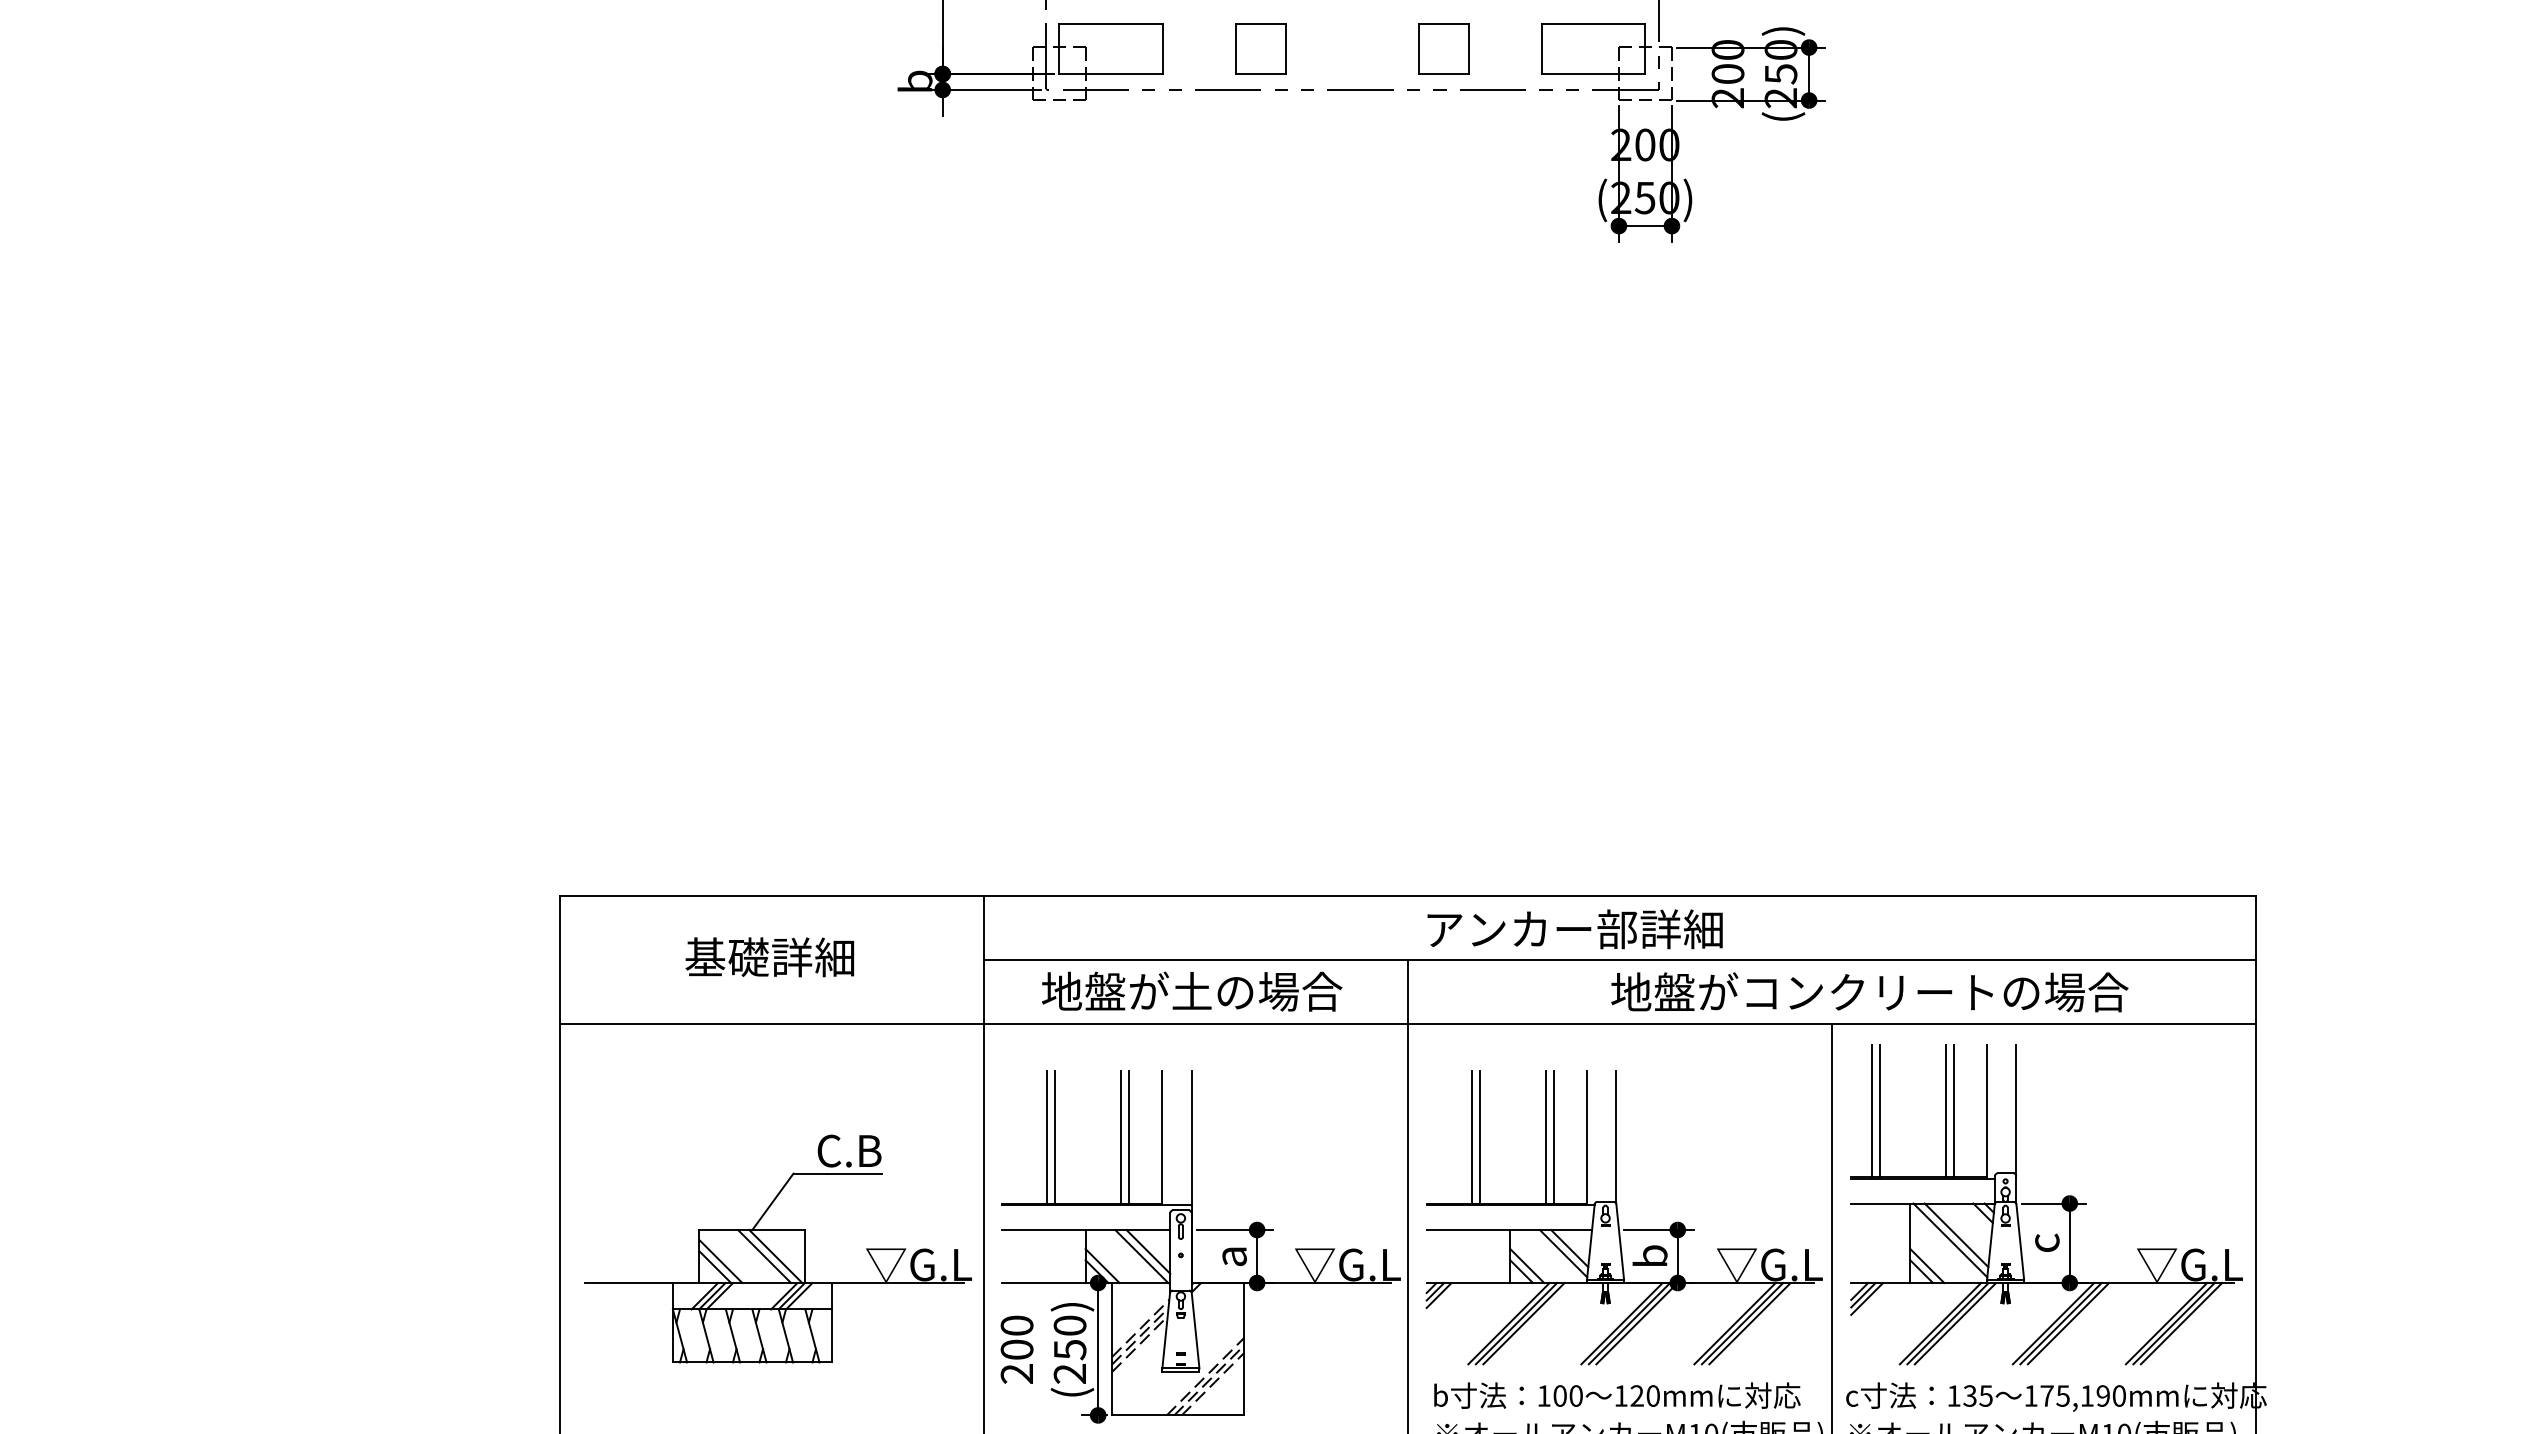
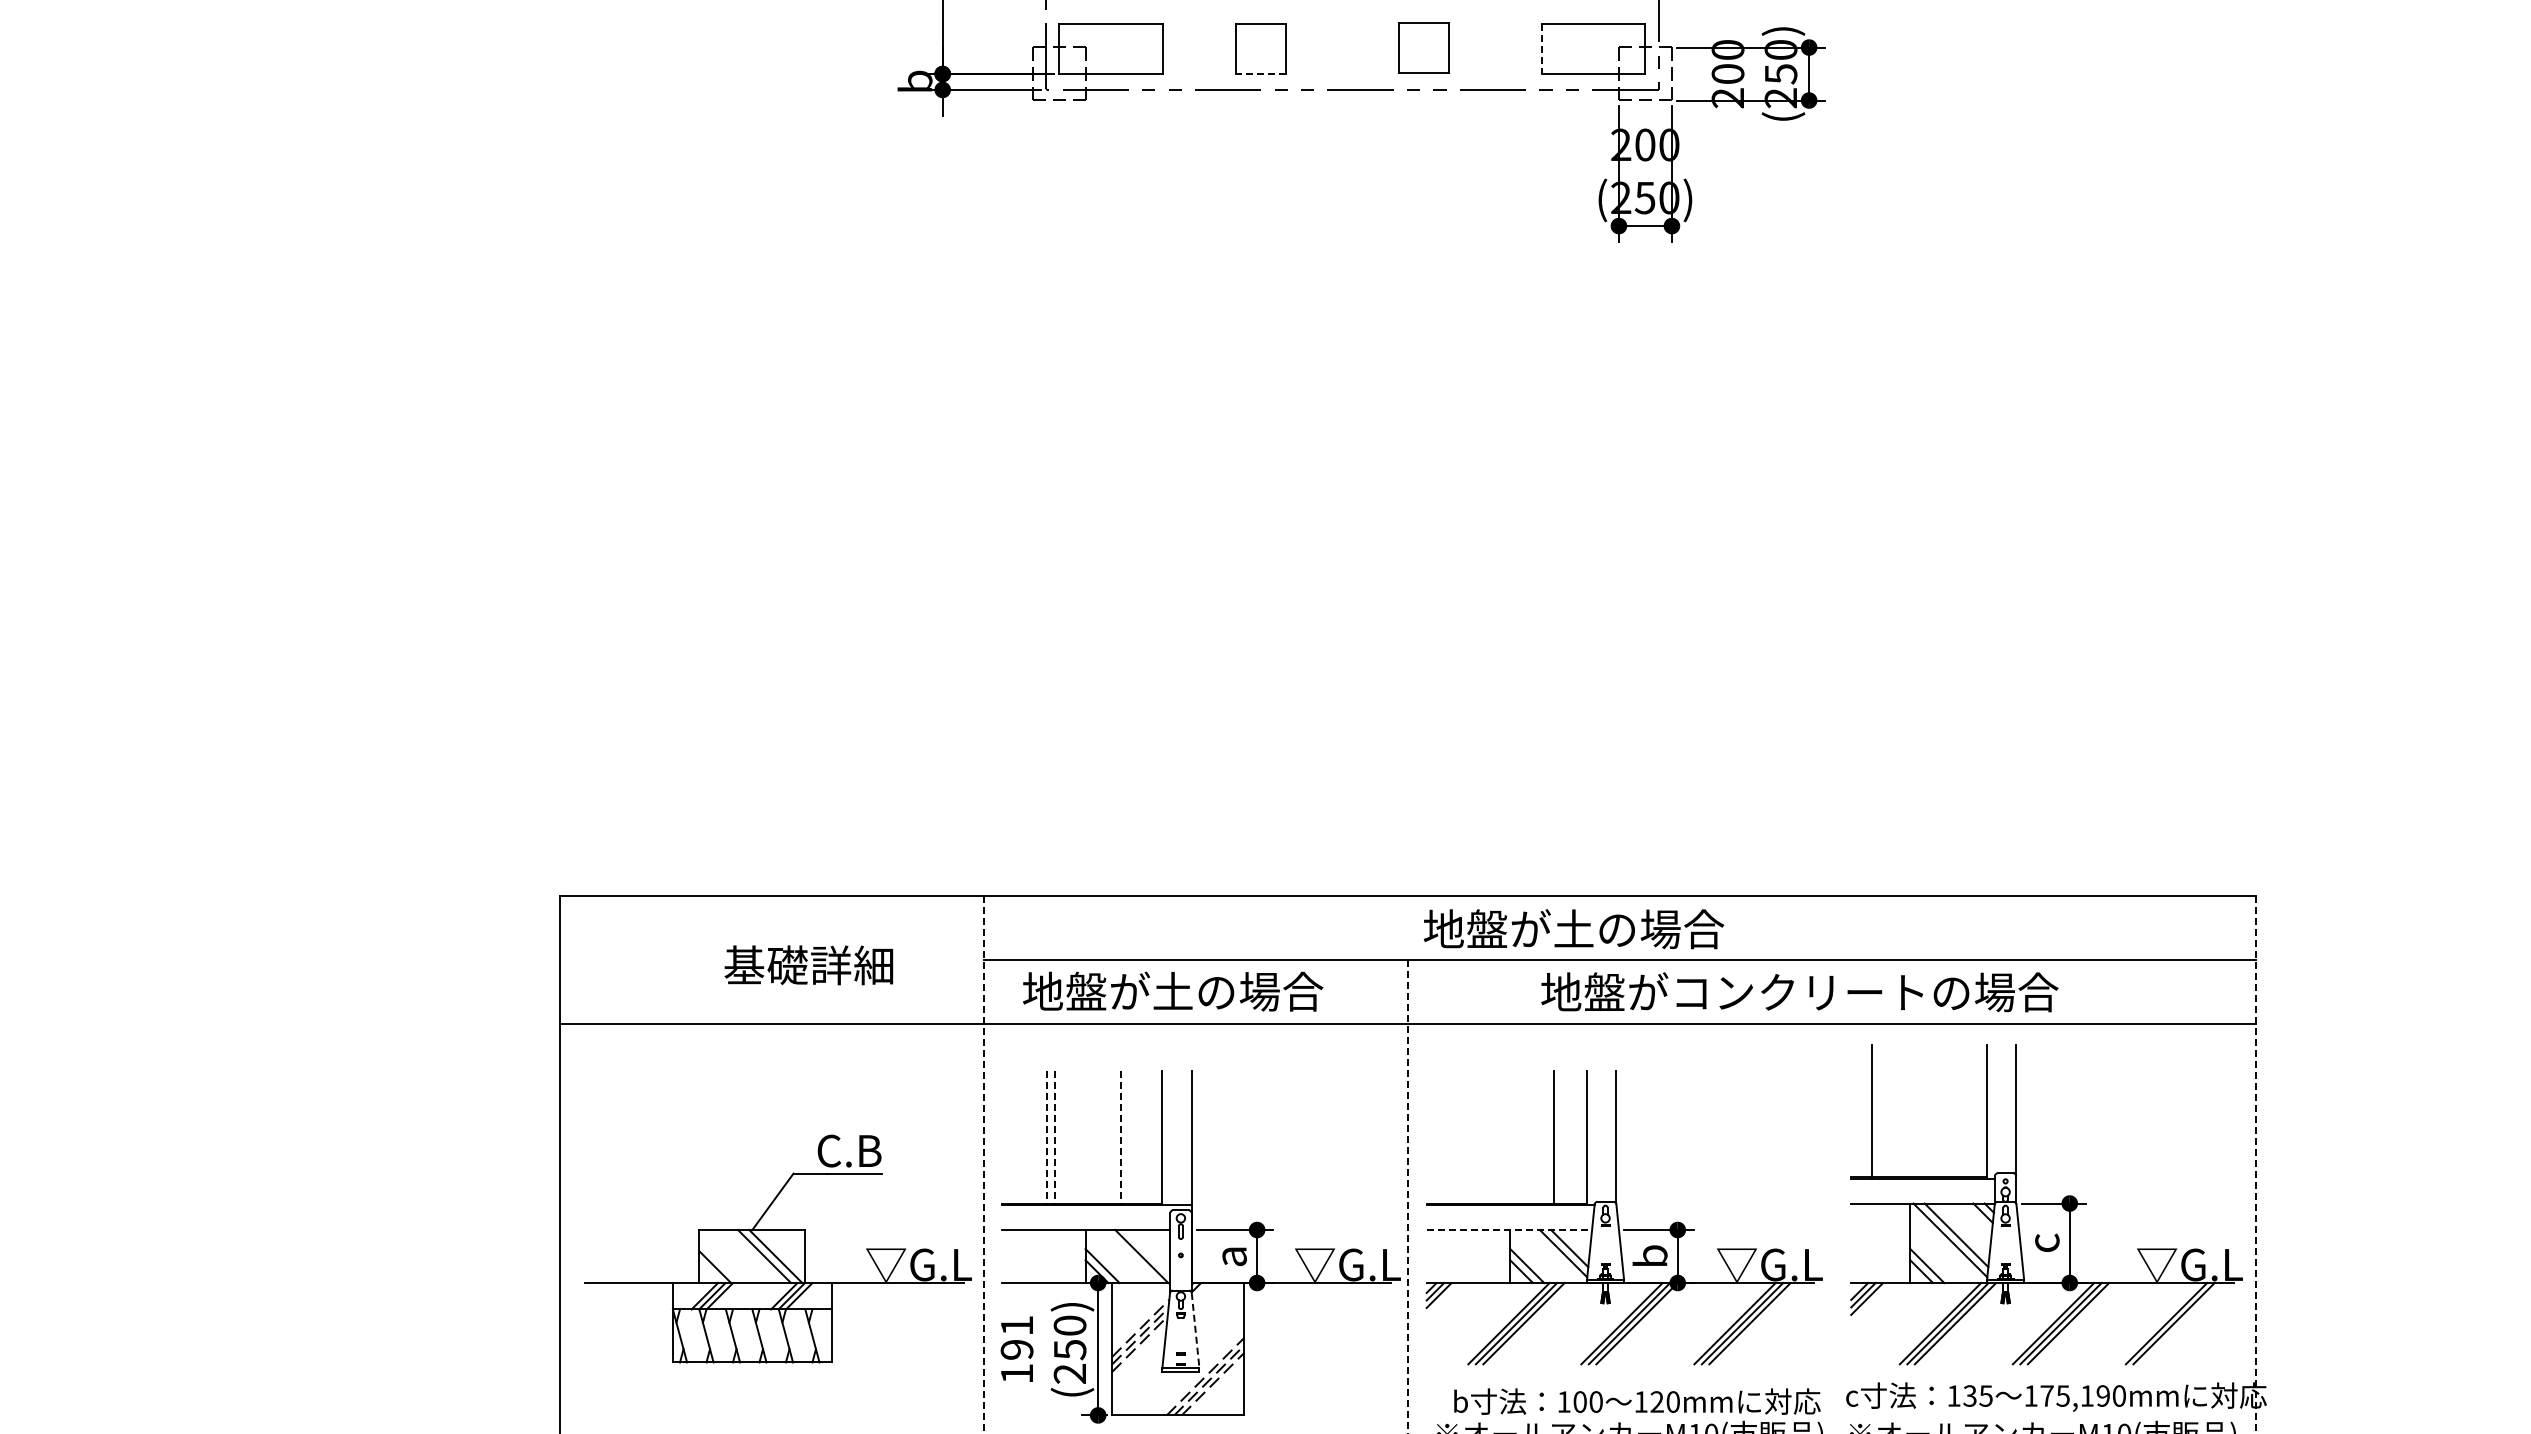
part at (1443, 48) position: (1443, 48) -> (1423, 47)
line at (1542, 49): solid -> dashed
line at (1260, 73): solid -> dashed
text at (1573, 929): アンカー部詳細 -> 地盤が土の場合
text at (769, 957) position: (769, 957) -> (808, 965)
text at (1192, 991) position: (1192, 991) -> (1173, 991)
text at (1869, 992) position: (1869, 992) -> (1799, 992)
line at (1879, 1110): present -> none
line at (1946, 1110): present -> none
line at (1953, 1110): present -> none
line at (1047, 1137): solid -> dashed
line at (1055, 1137): solid -> dashed
line at (1121, 1137): solid -> dashed
line at (1129, 1137): present -> none
line at (1471, 1137): present -> none
line at (1479, 1137): present -> none
line at (1545, 1137): present -> none
line at (984, 1165): solid -> dashed
line at (2255, 1165): solid -> dashed
line at (1407, 1196): solid -> dashed
line at (1831, 1226): present -> none
line at (1509, 1230): solid -> dashed
line at (1148, 1251): present -> none
line at (720, 1261): present -> none
line at (2181, 1323): present -> none
line at (1195, 1330): solid -> dashed
text at (1016, 1349): 200 -> 191
text at (1617, 1395) position: (1617, 1395) -> (1637, 1401)
